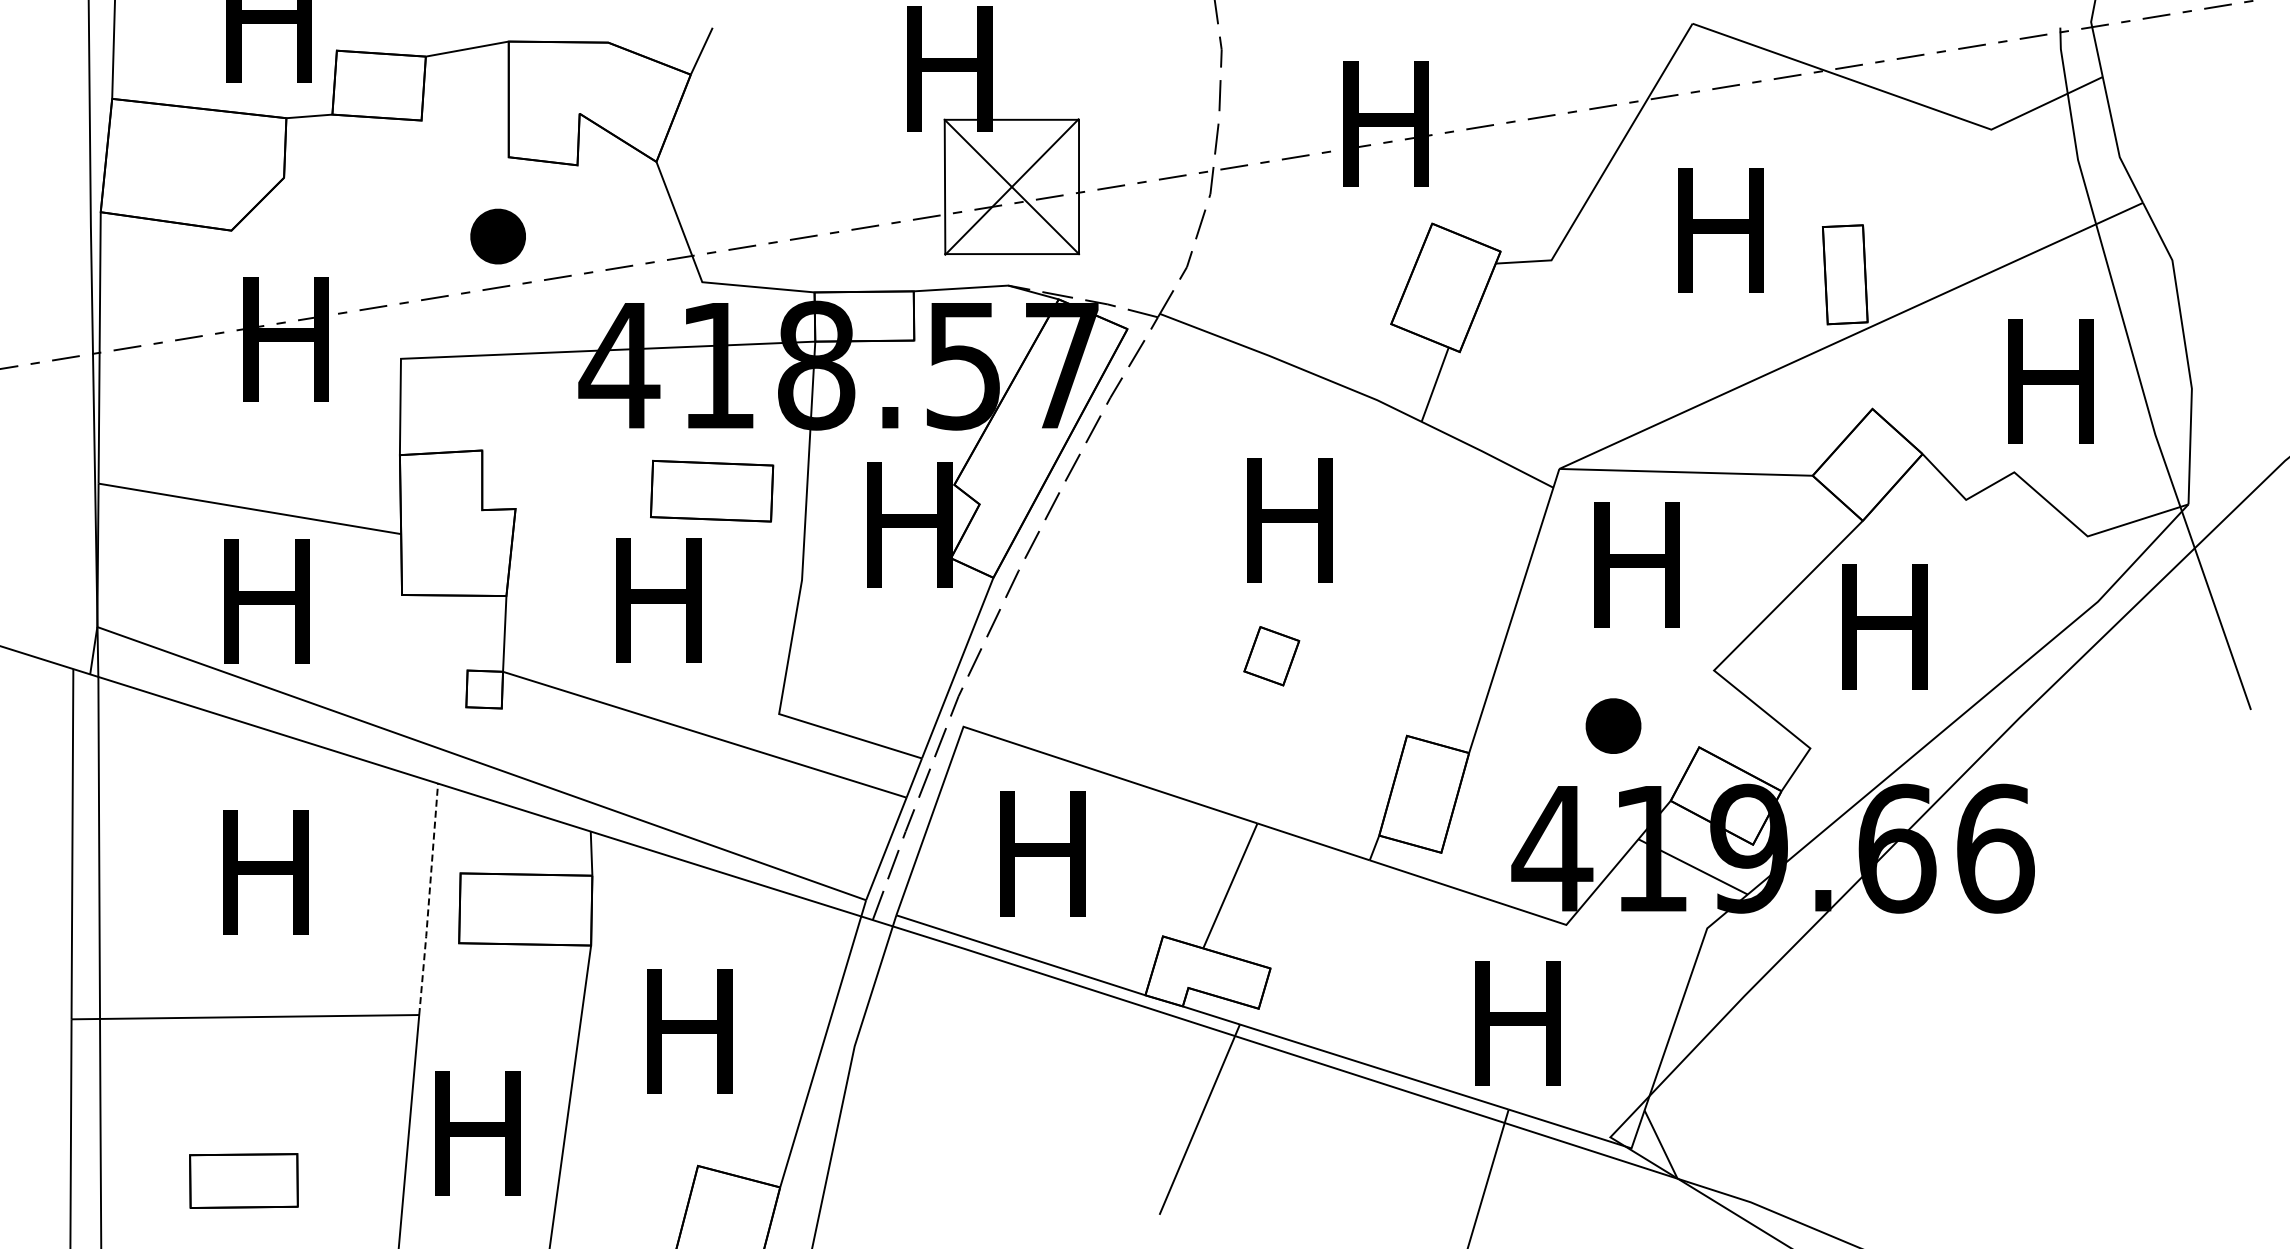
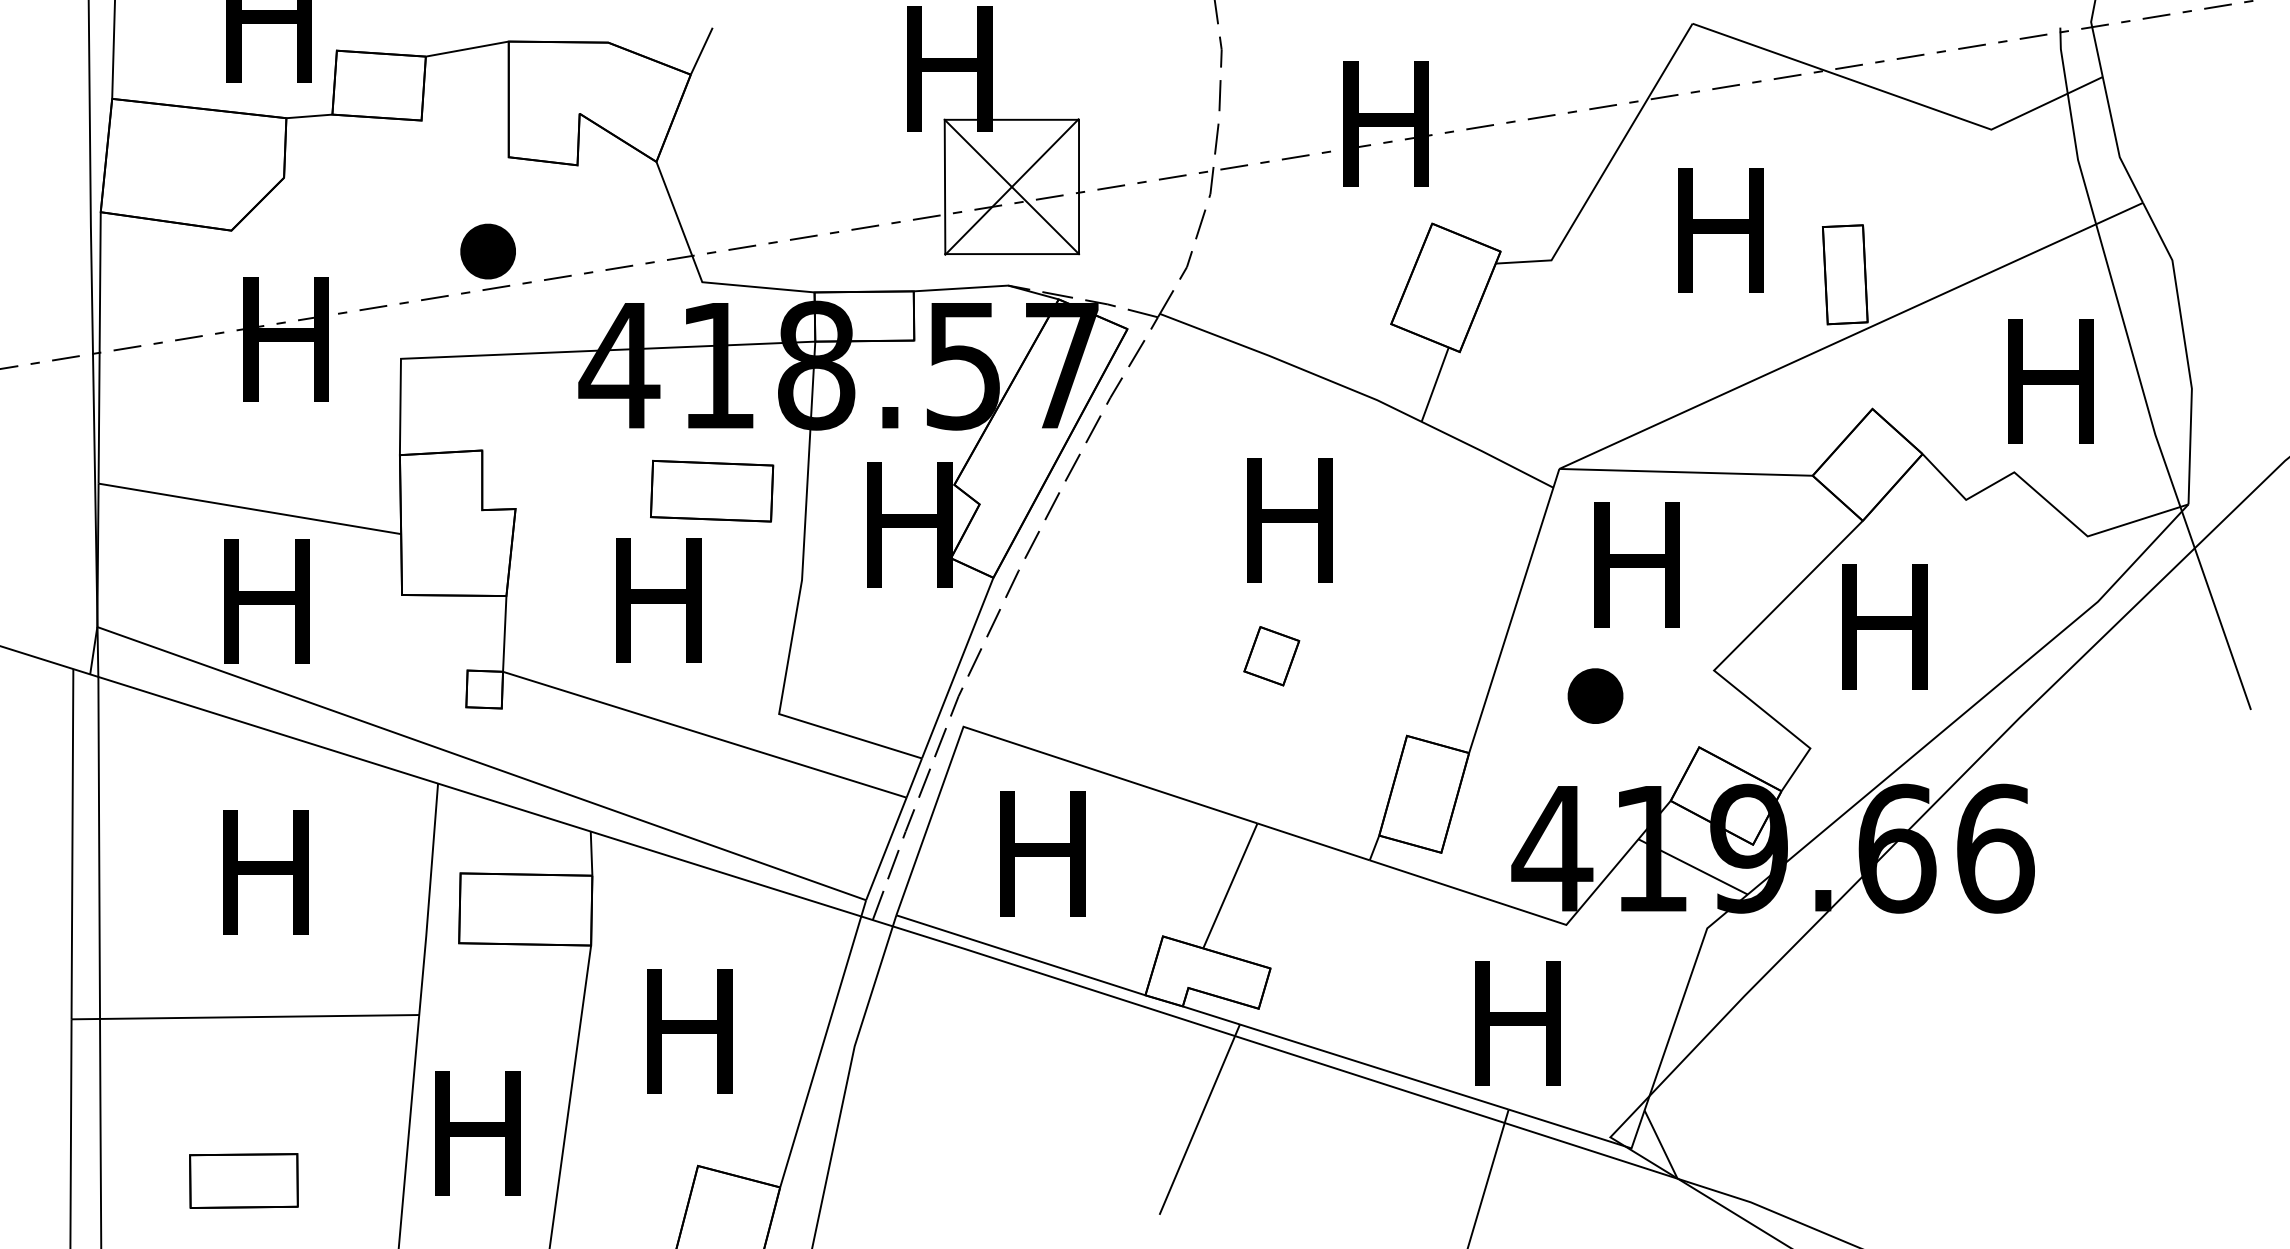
part at (497, 236) position: (497, 236) -> (487, 251)
part at (1613, 725) position: (1613, 725) -> (1595, 695)
line at (429, 899): dashed -> solid
